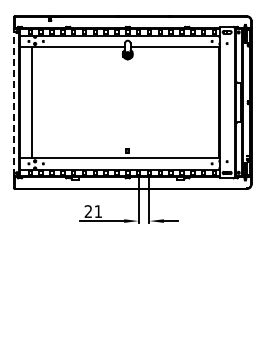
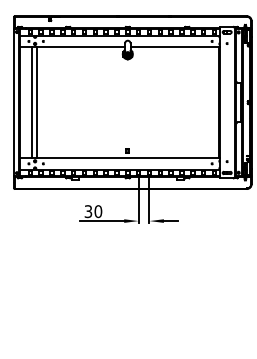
line at (14, 102): dashed -> solid
line at (37, 102): none -> present
text at (93, 211): 21 -> 30
